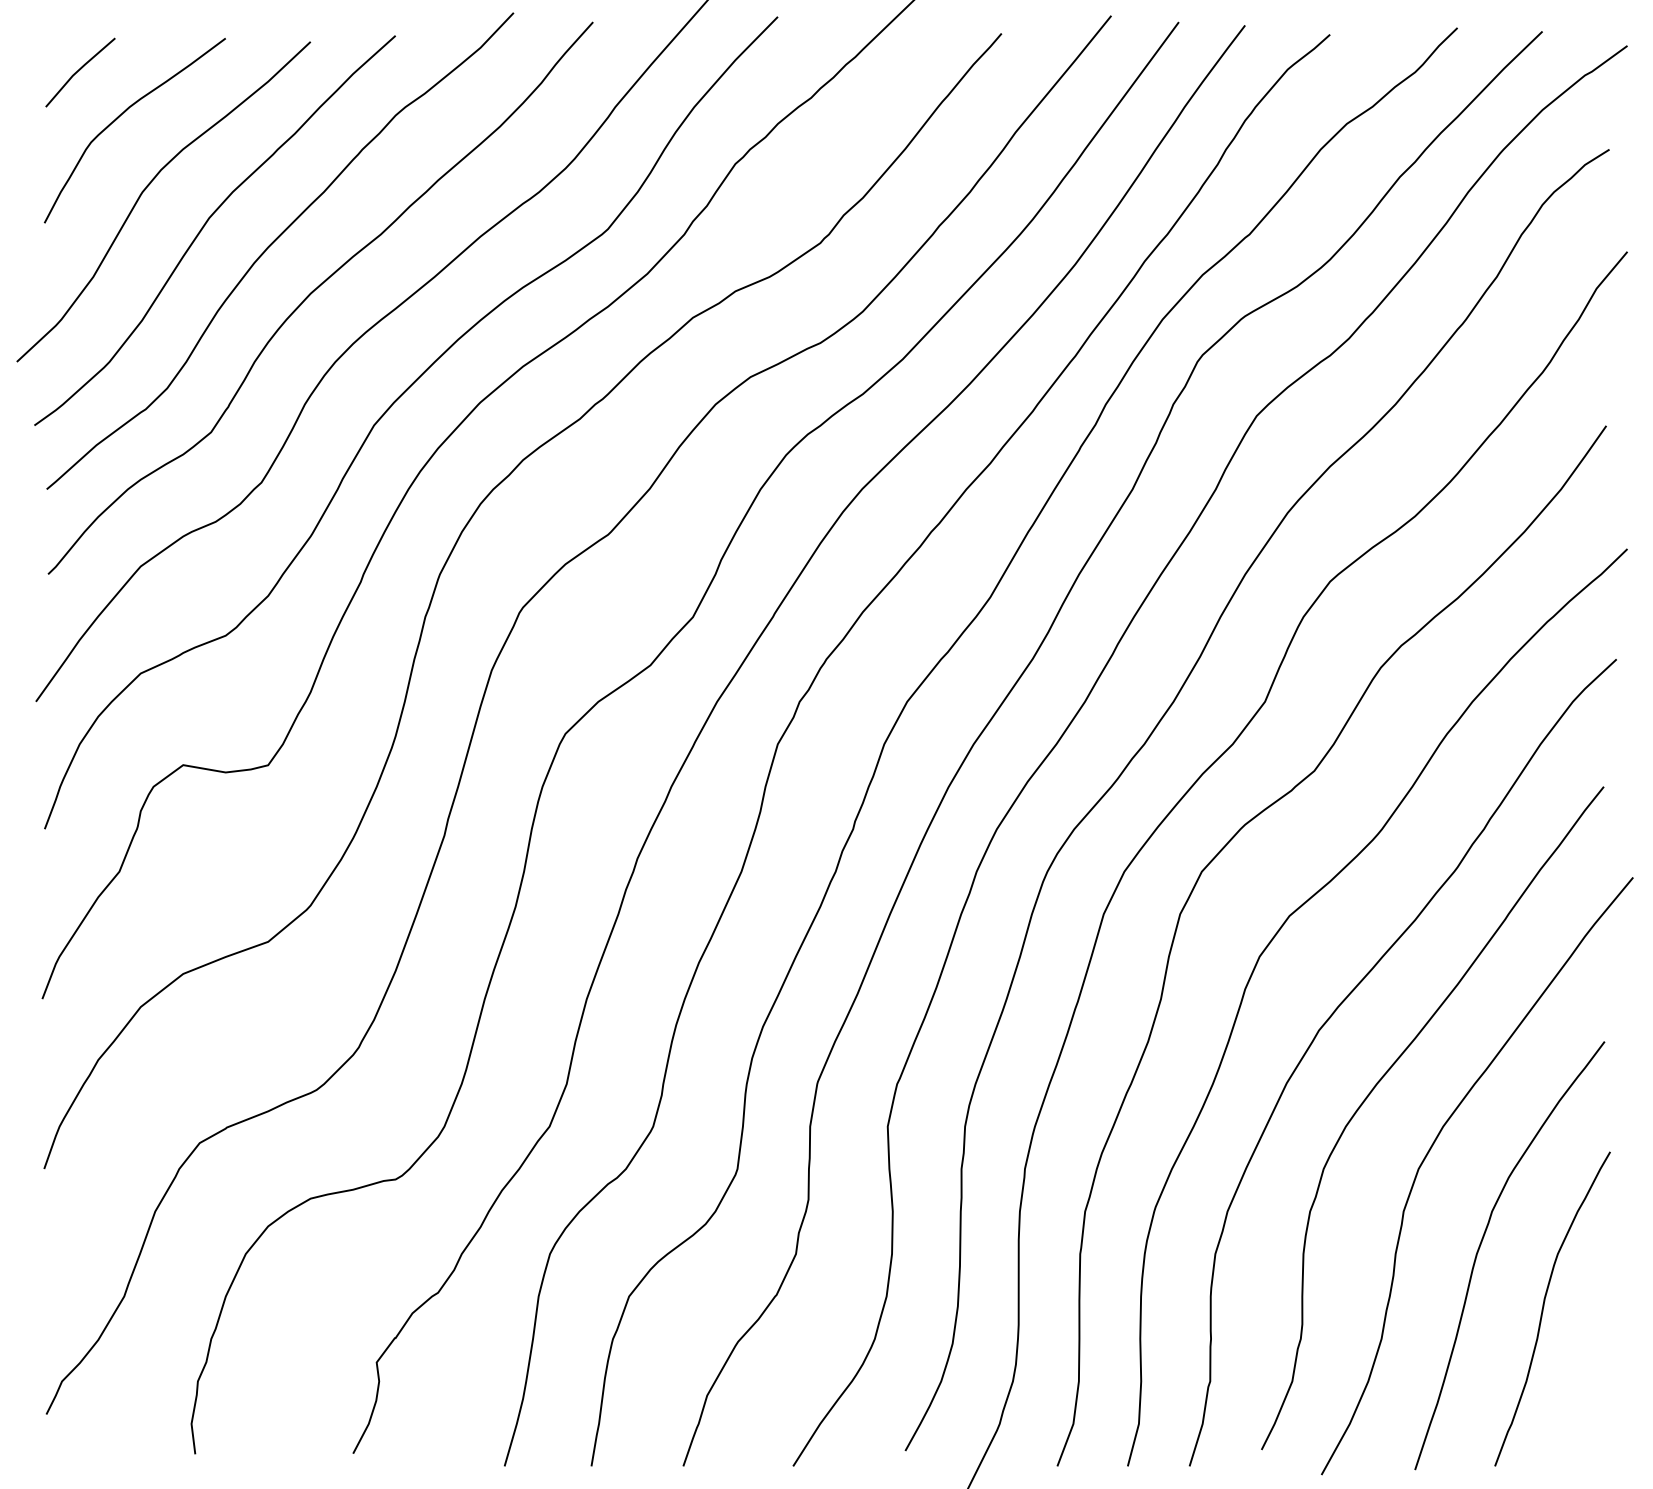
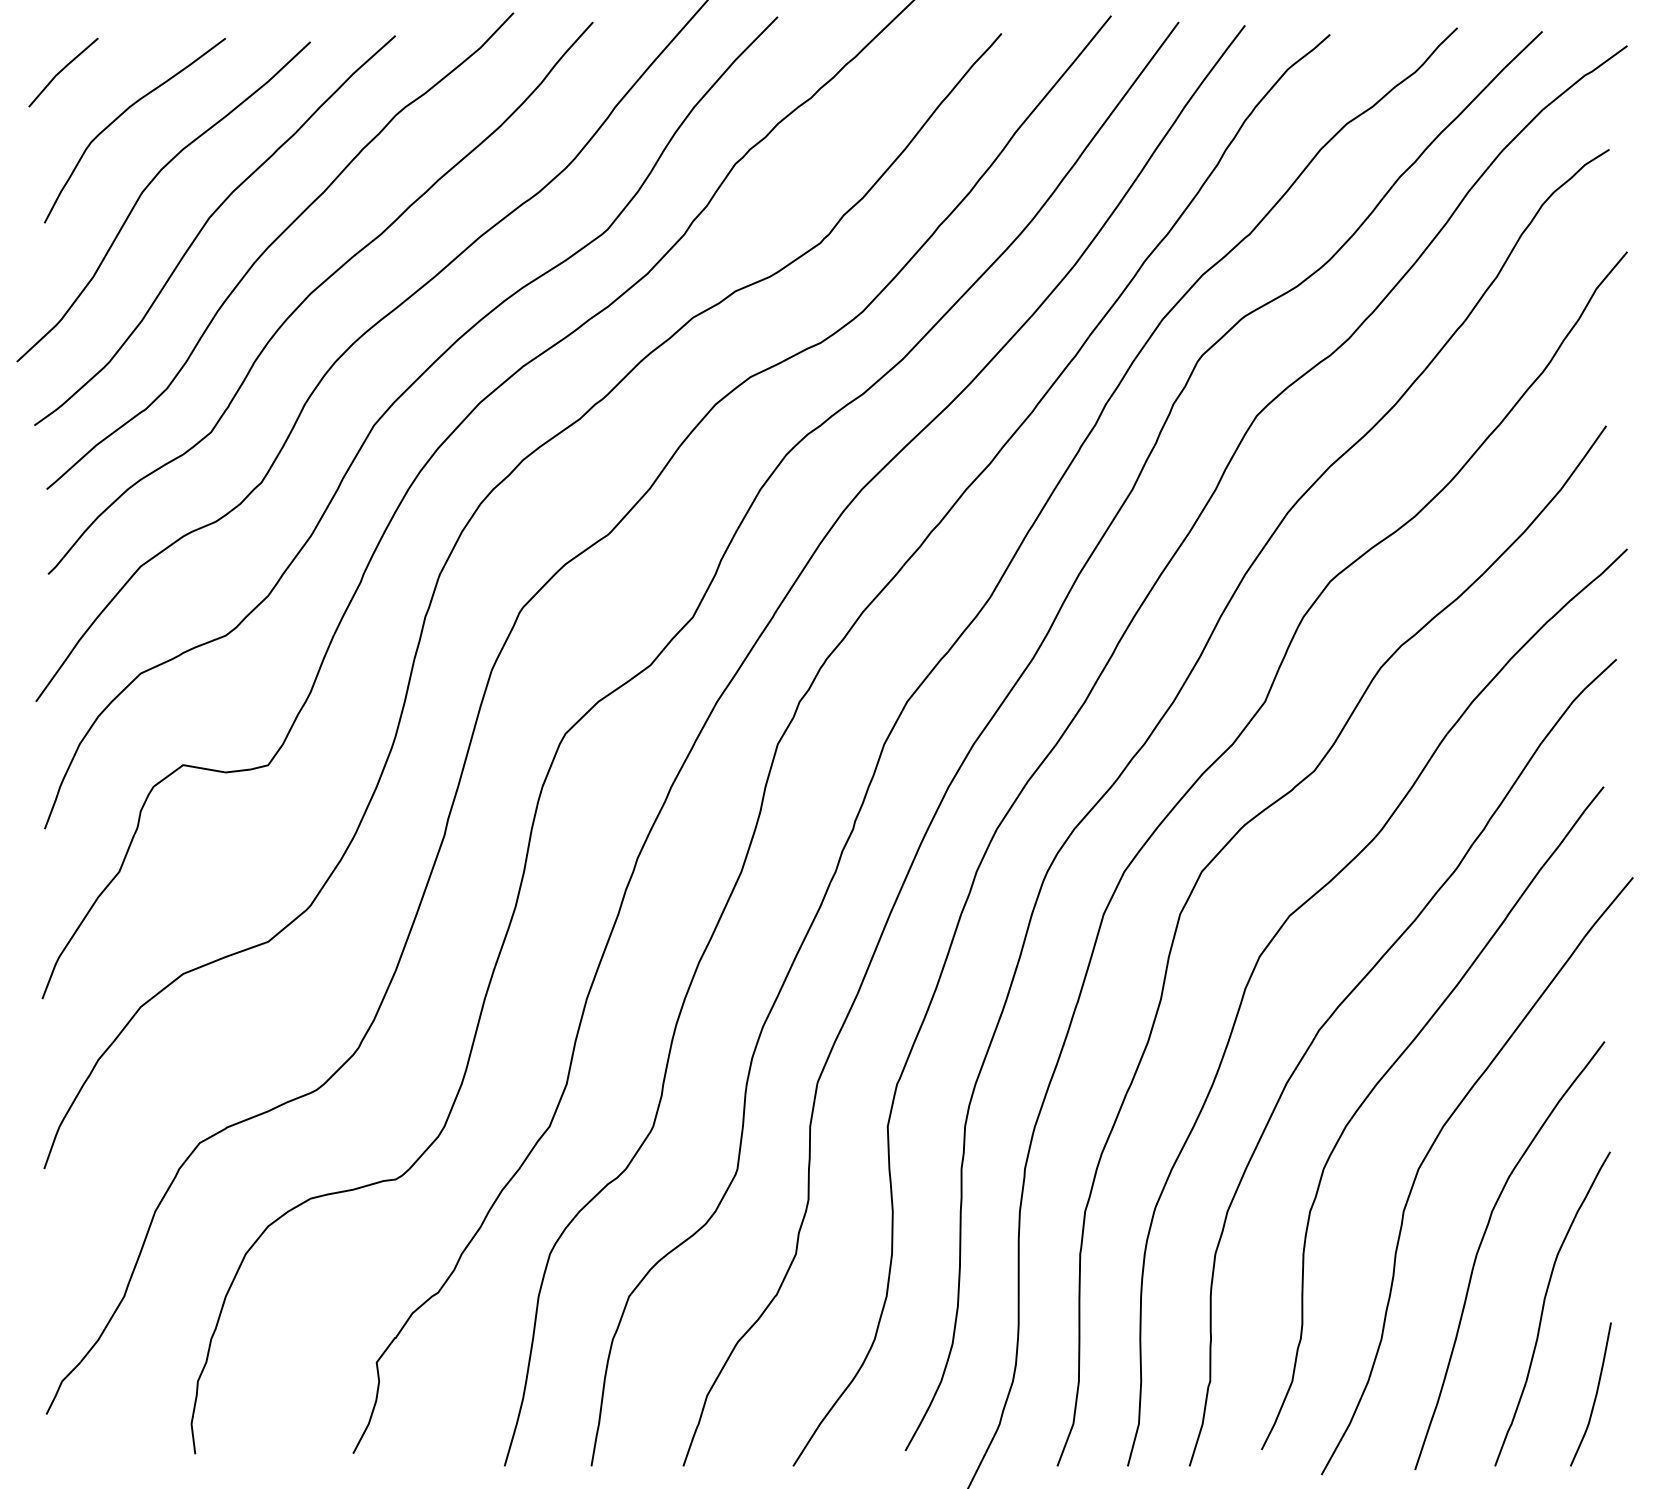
line at (80, 70) position: (80, 70) -> (63, 70)
curve at (1595, 1394): none -> present
